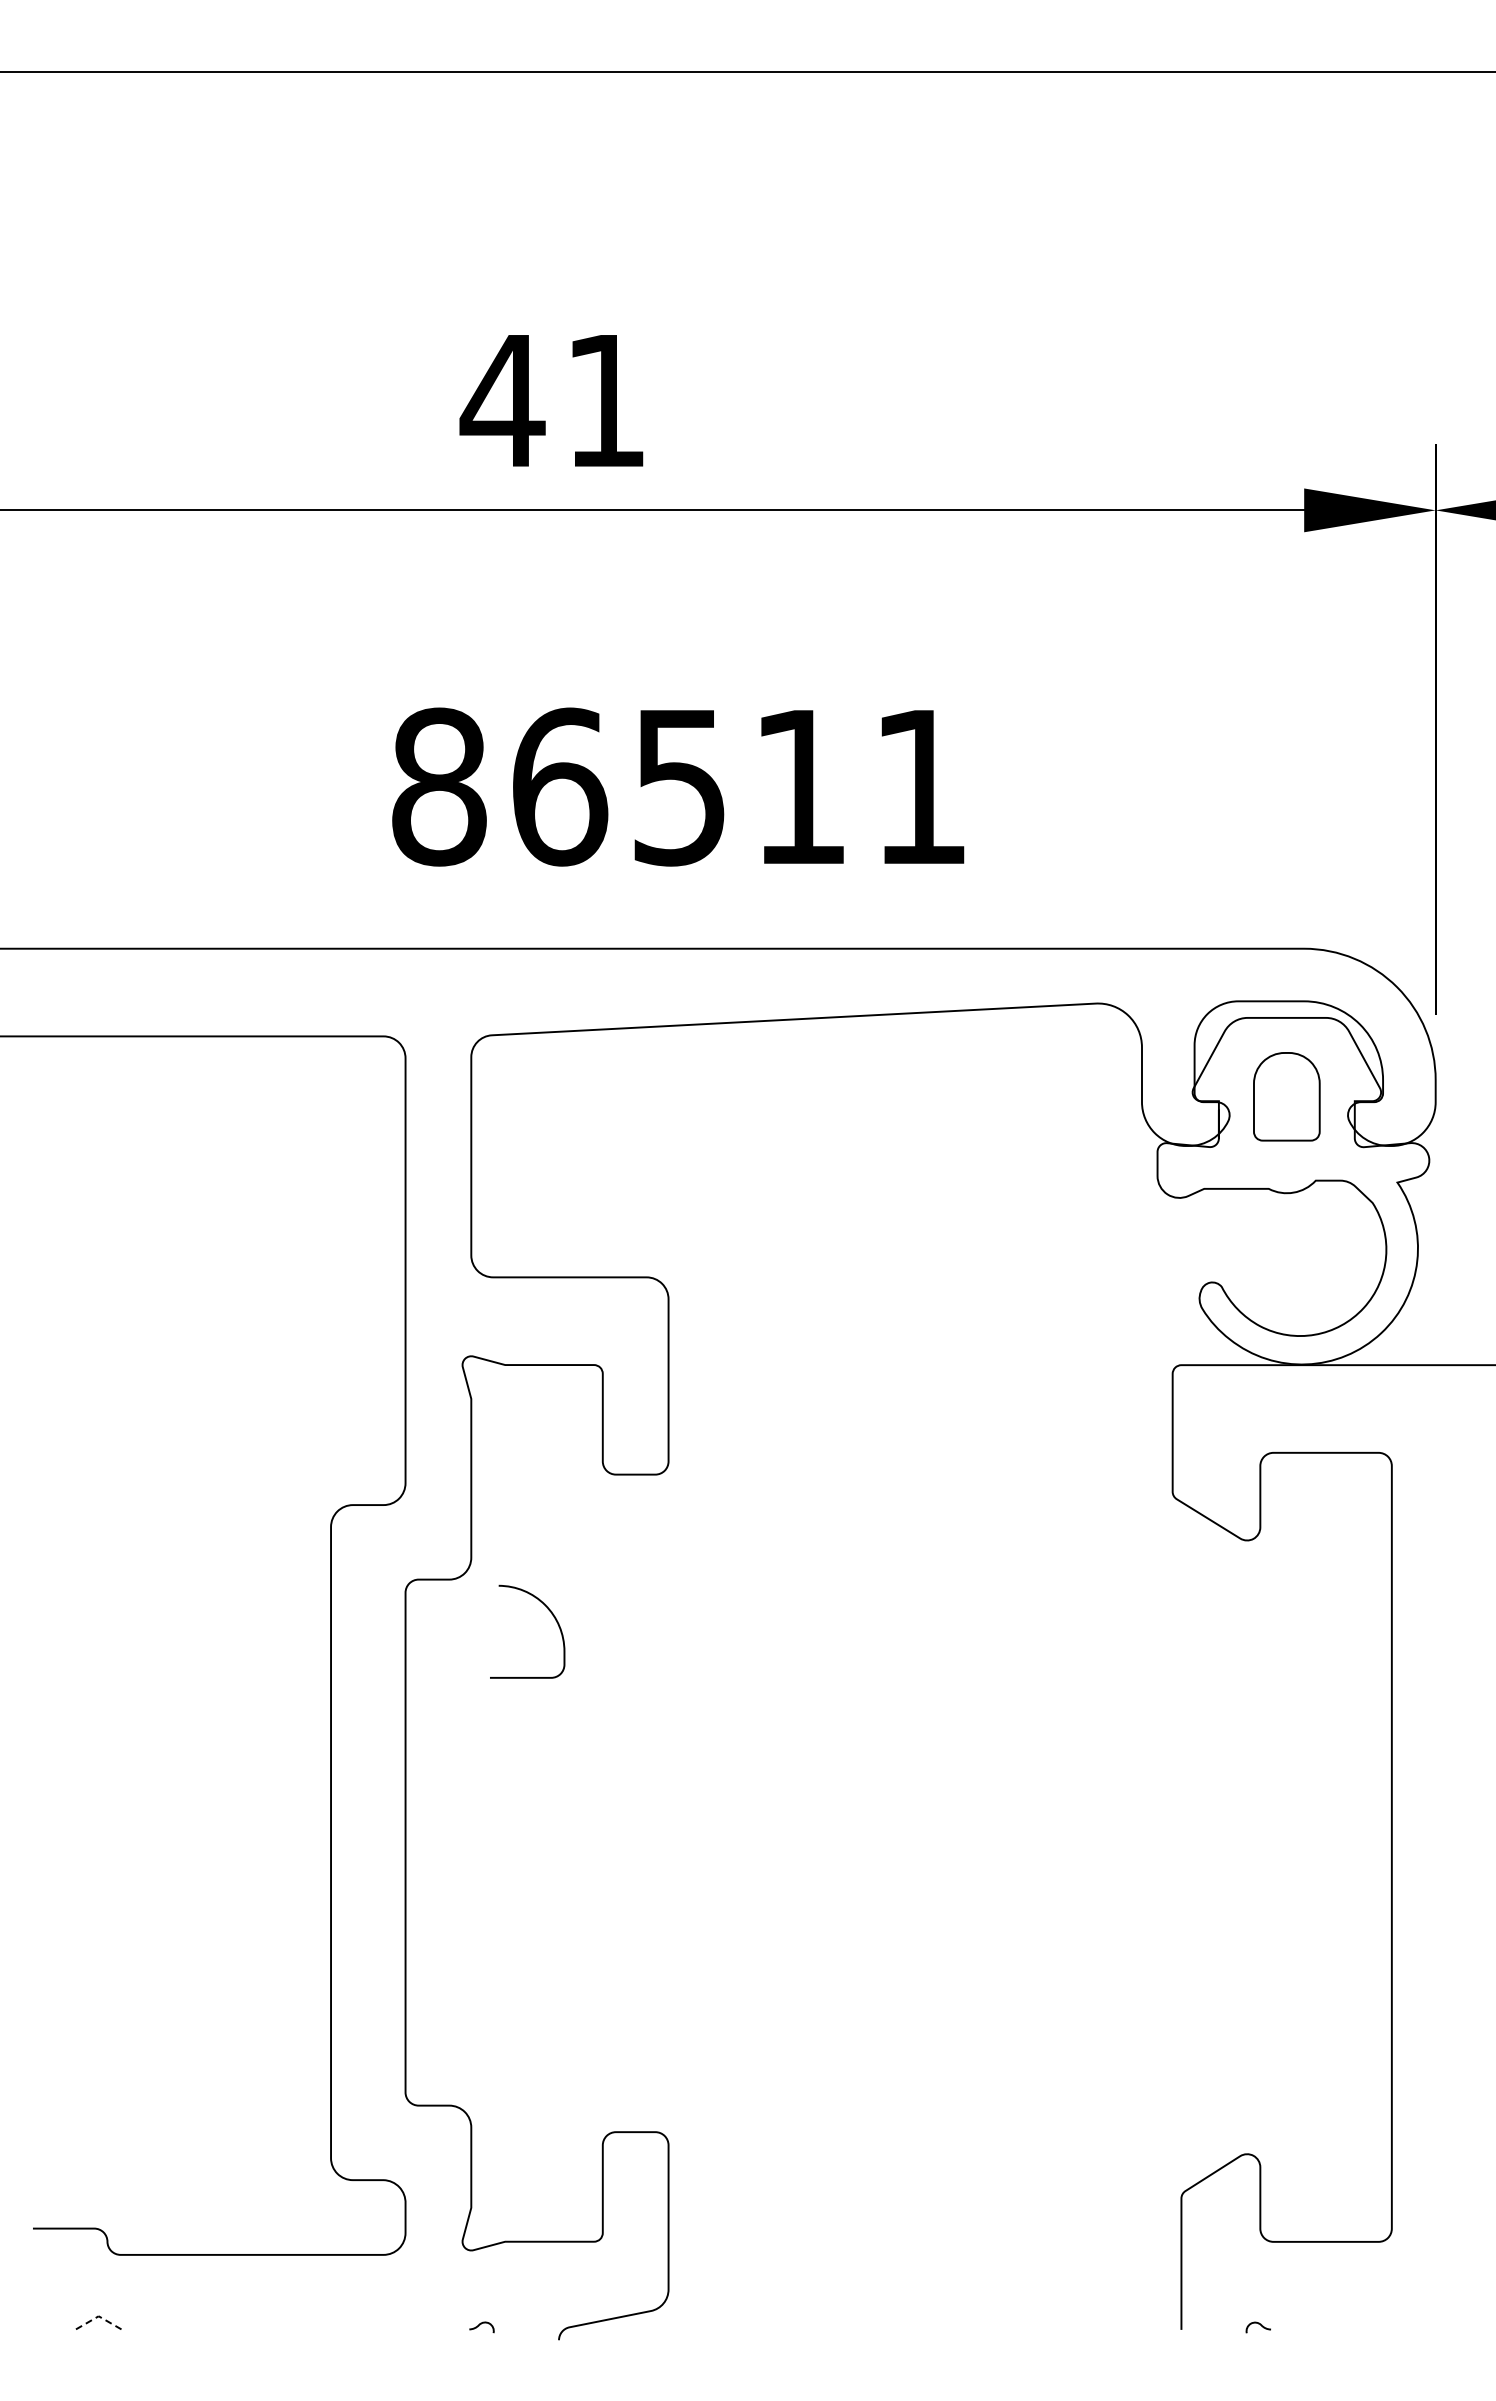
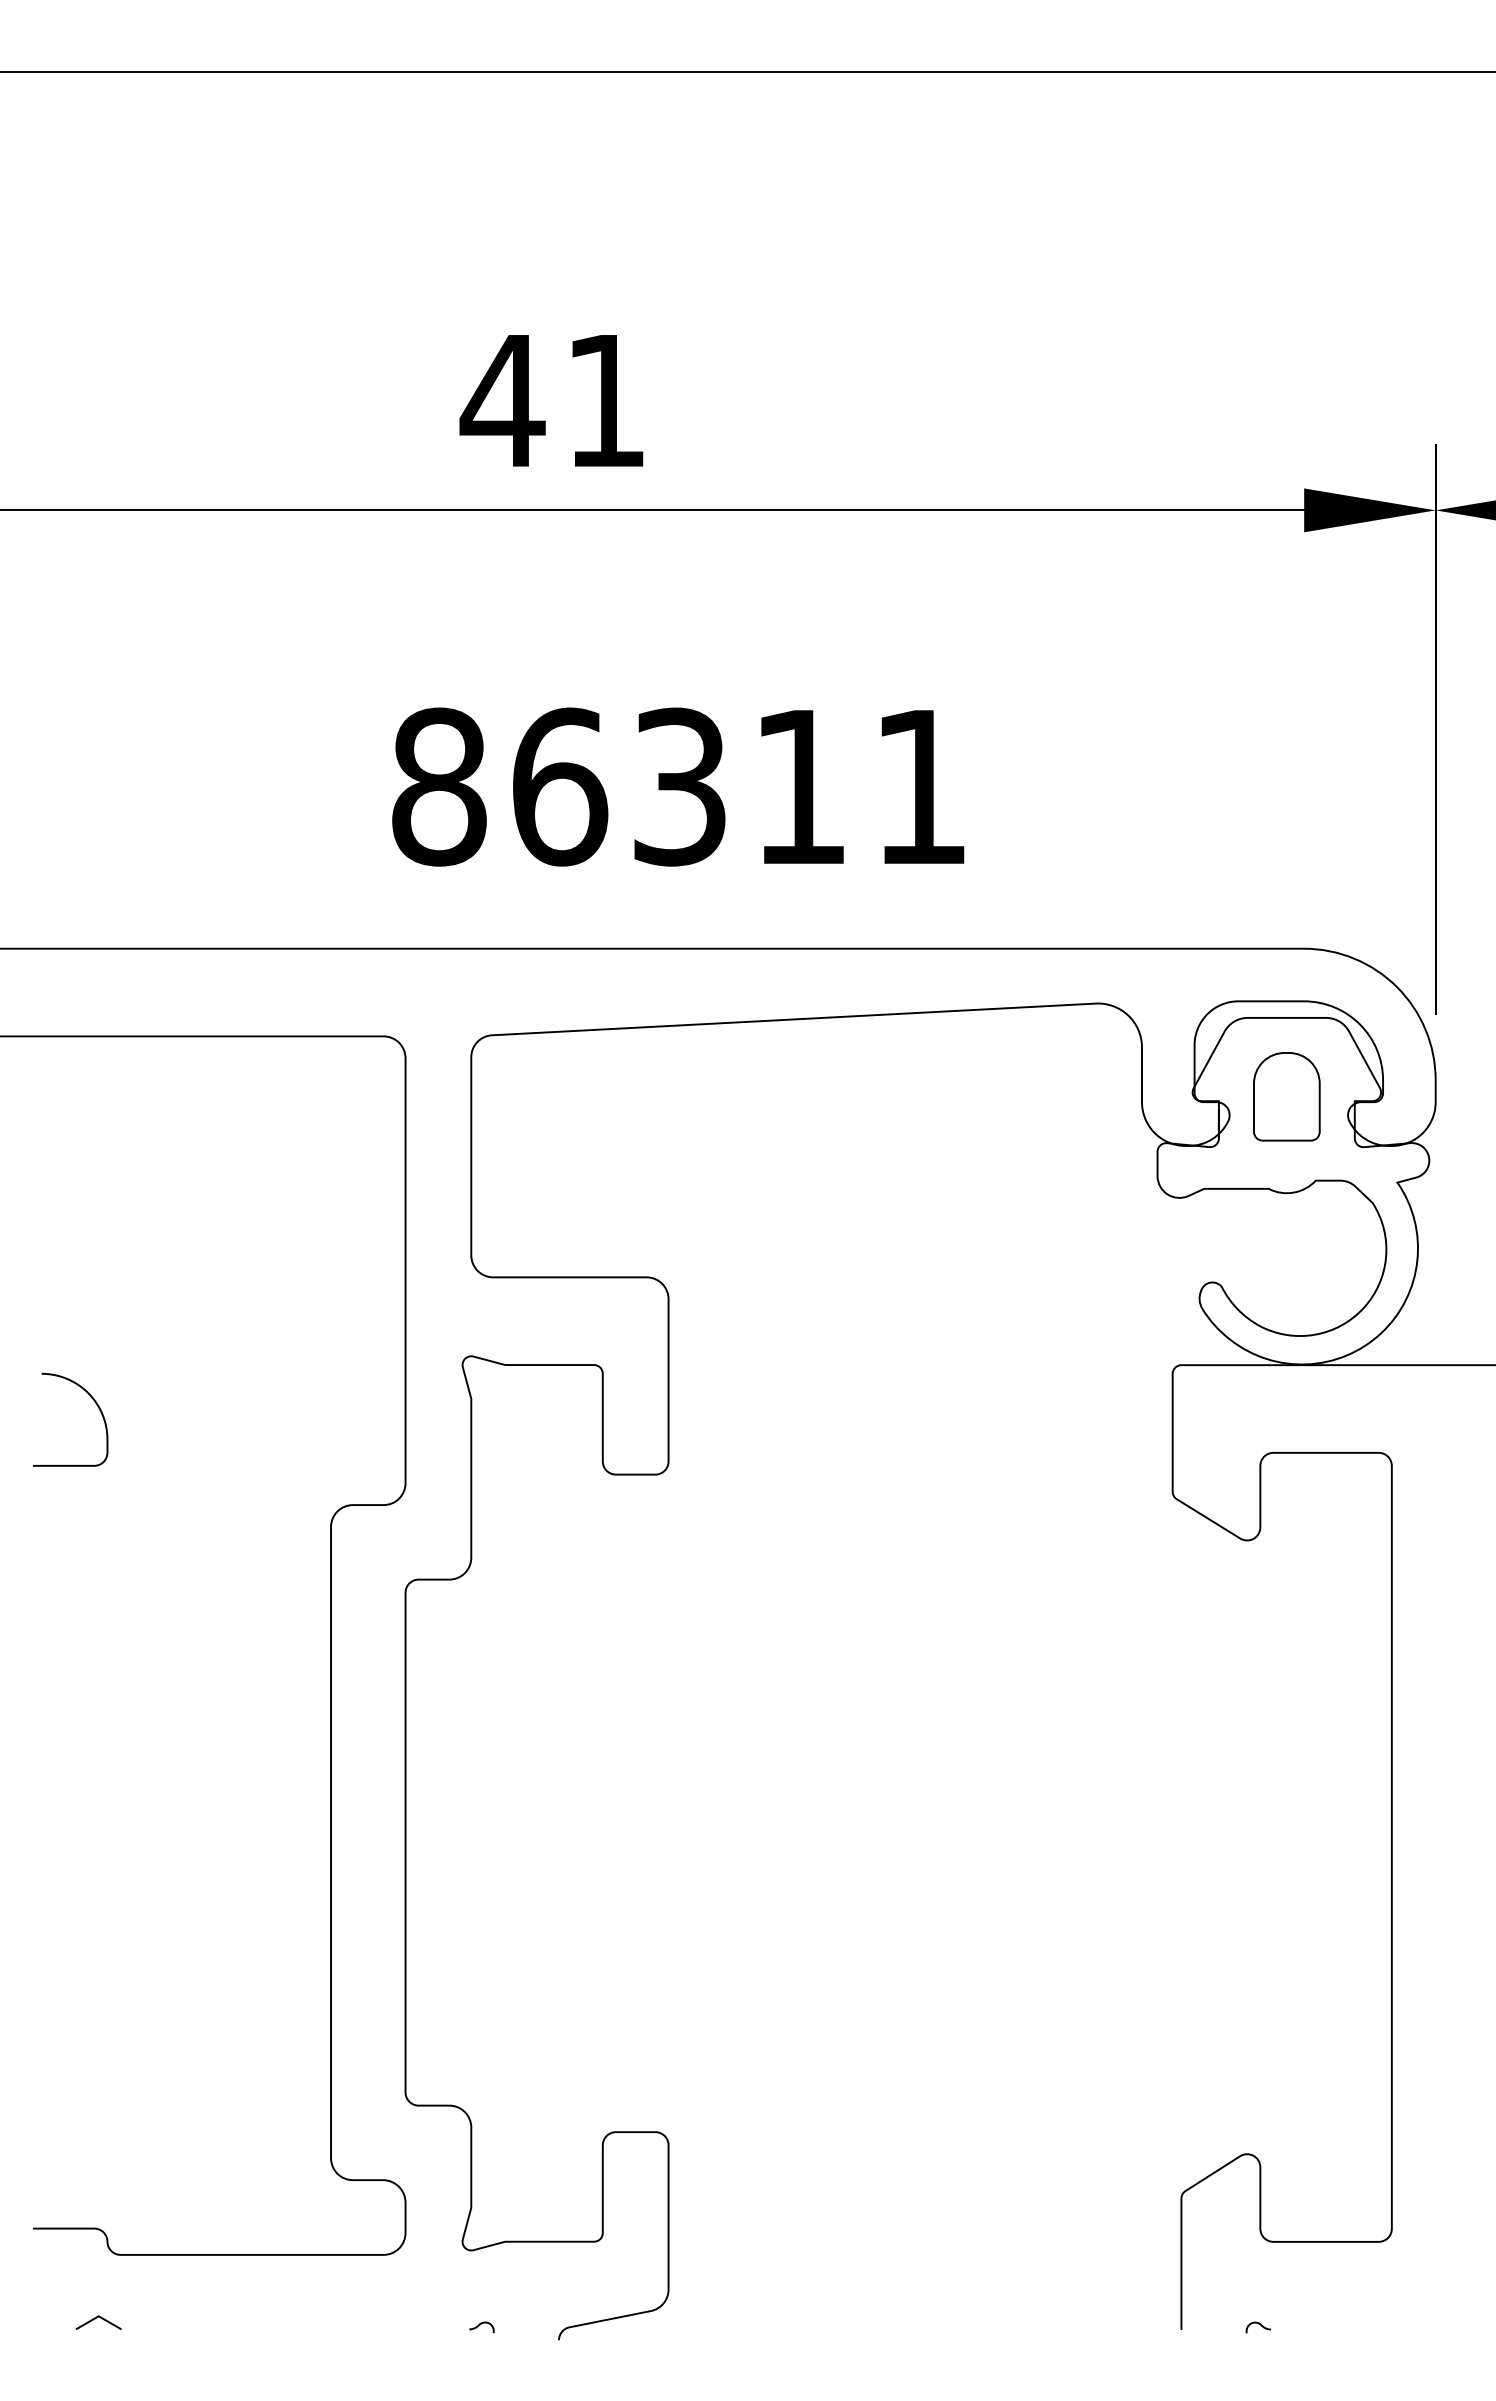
text at (679, 786): 86511 -> 86311
curve at (551, 1614) position: (551, 1614) -> (94, 1402)
line at (98, 2316): dashed -> solid
